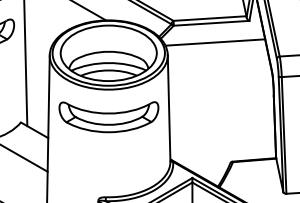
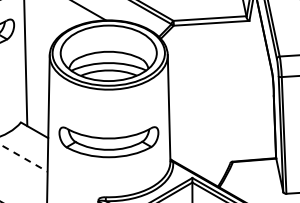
line at (215, 42): present -> none
part at (108, 117) position: (108, 117) -> (108, 142)
line at (24, 158): solid -> dashed
